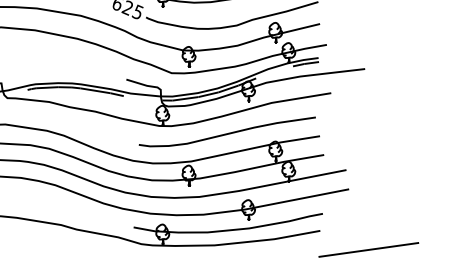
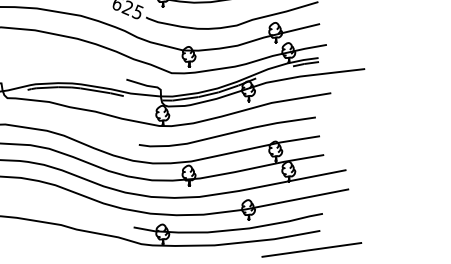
line at (368, 249) position: (368, 249) -> (311, 249)
